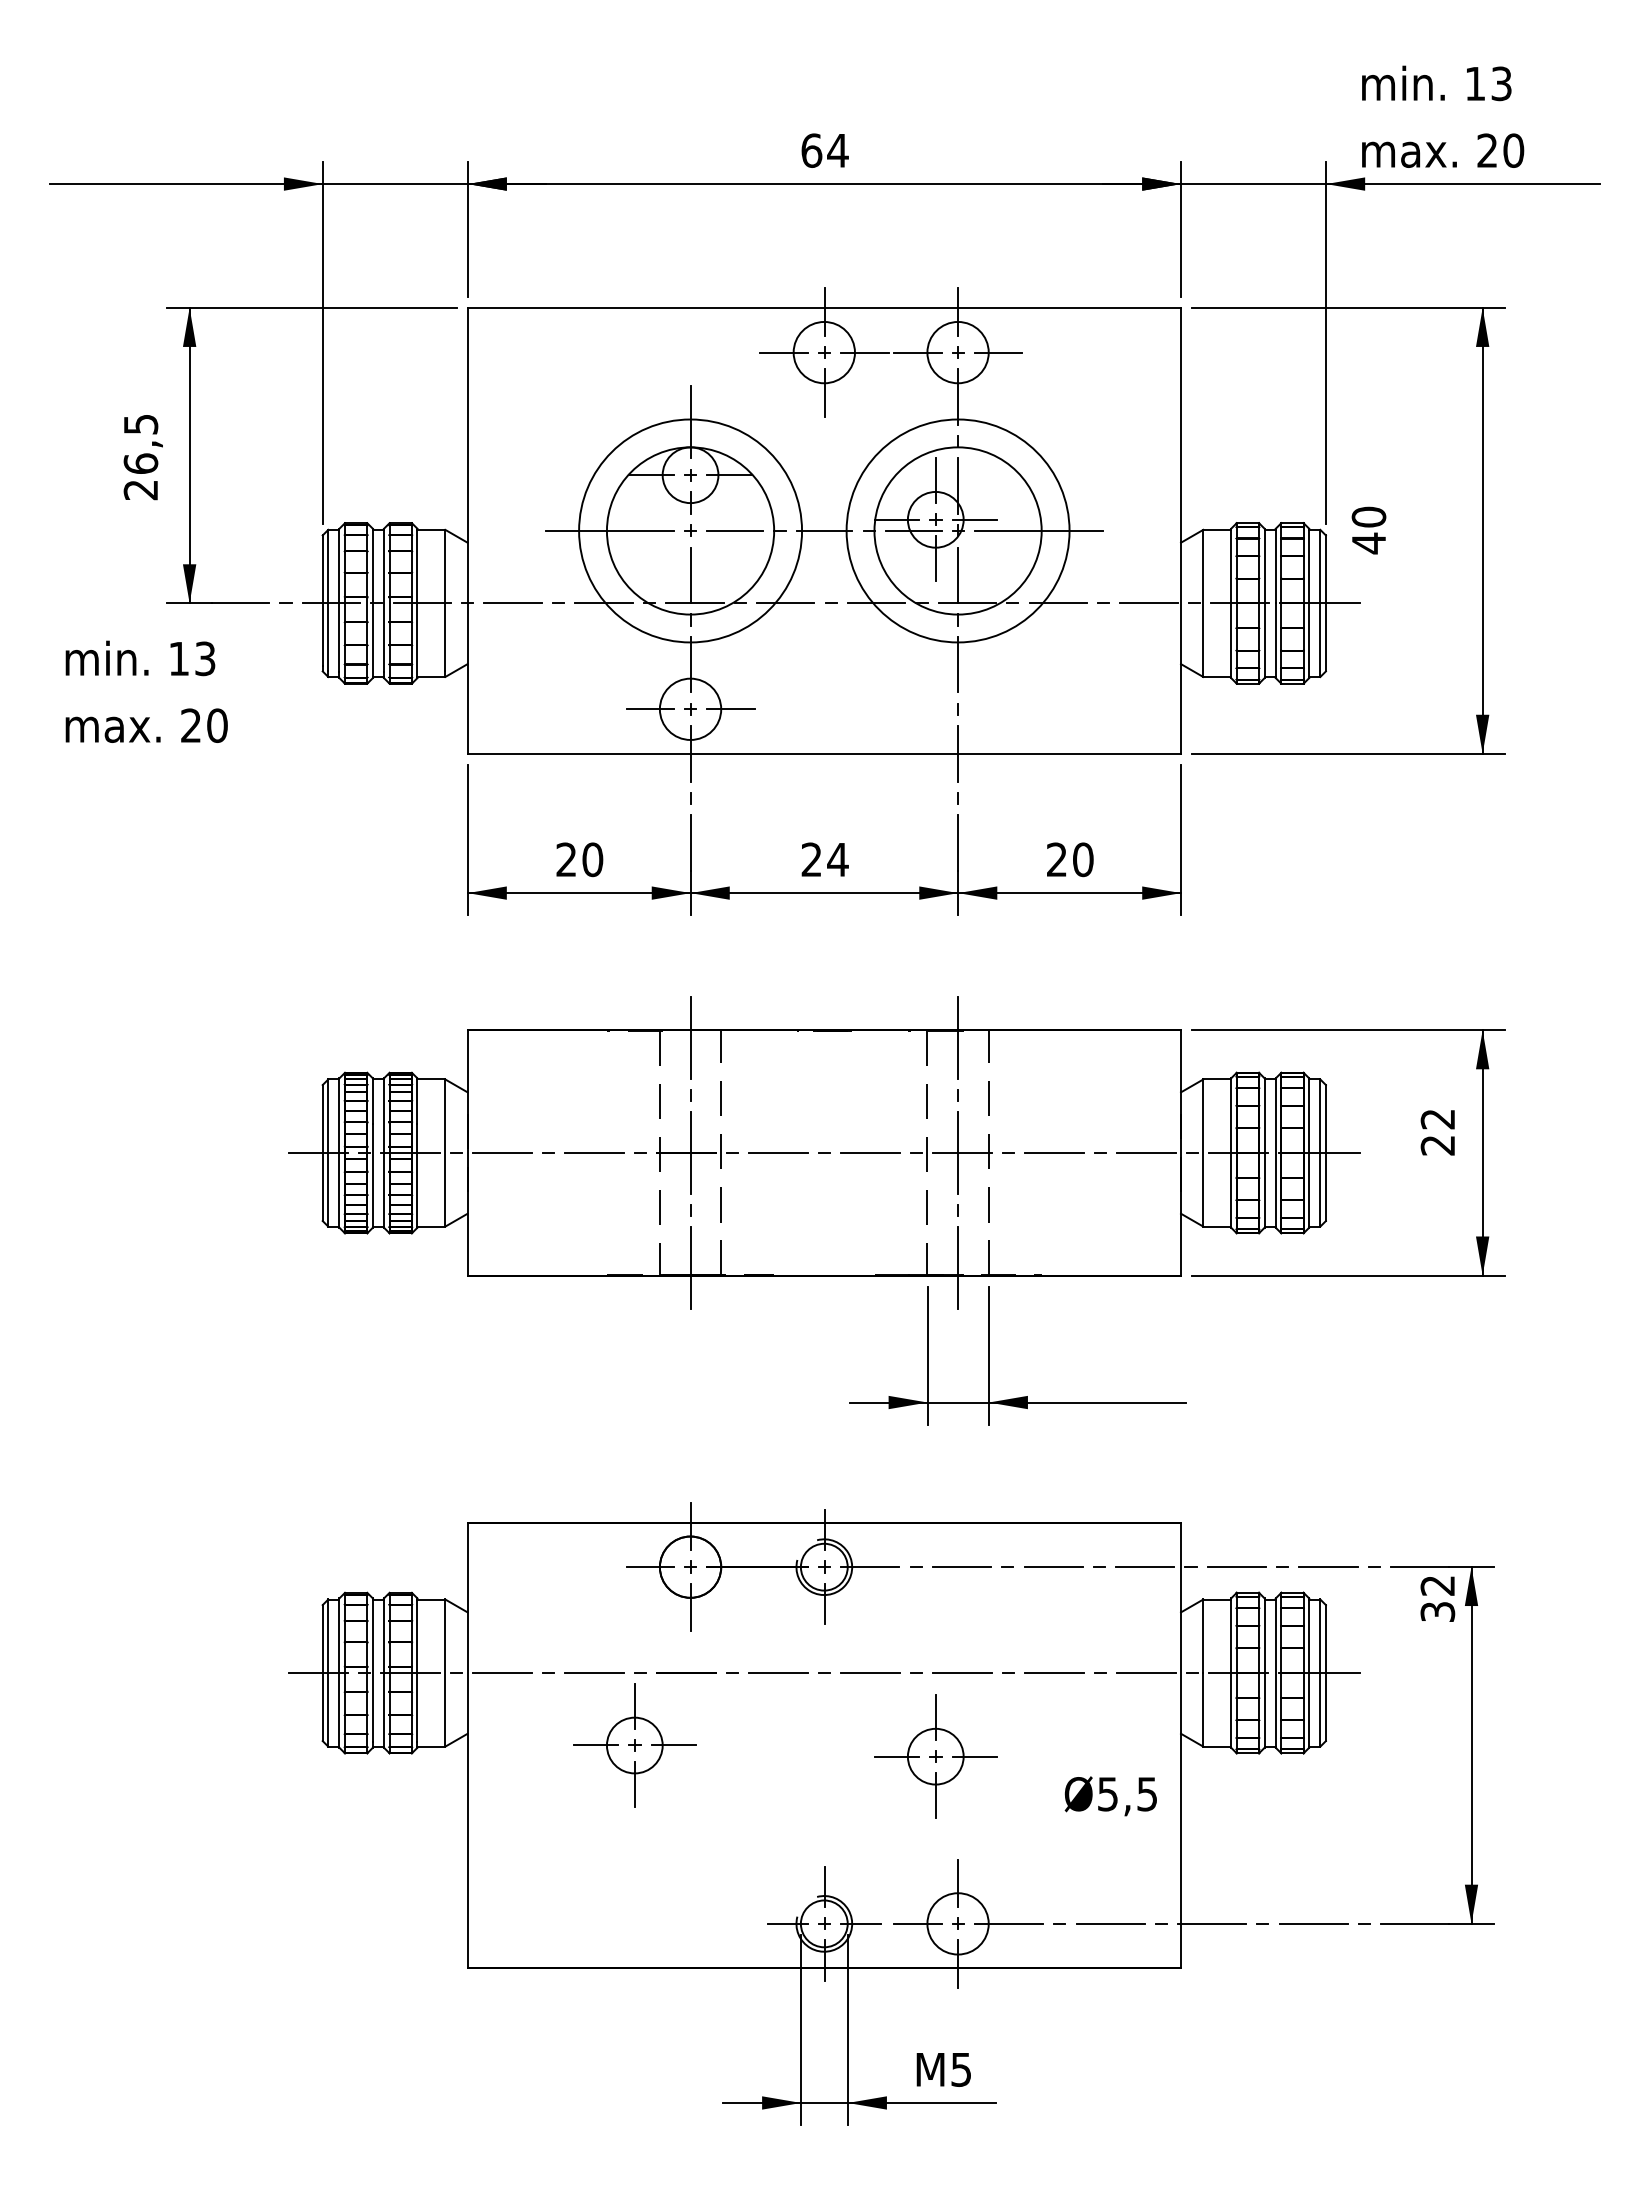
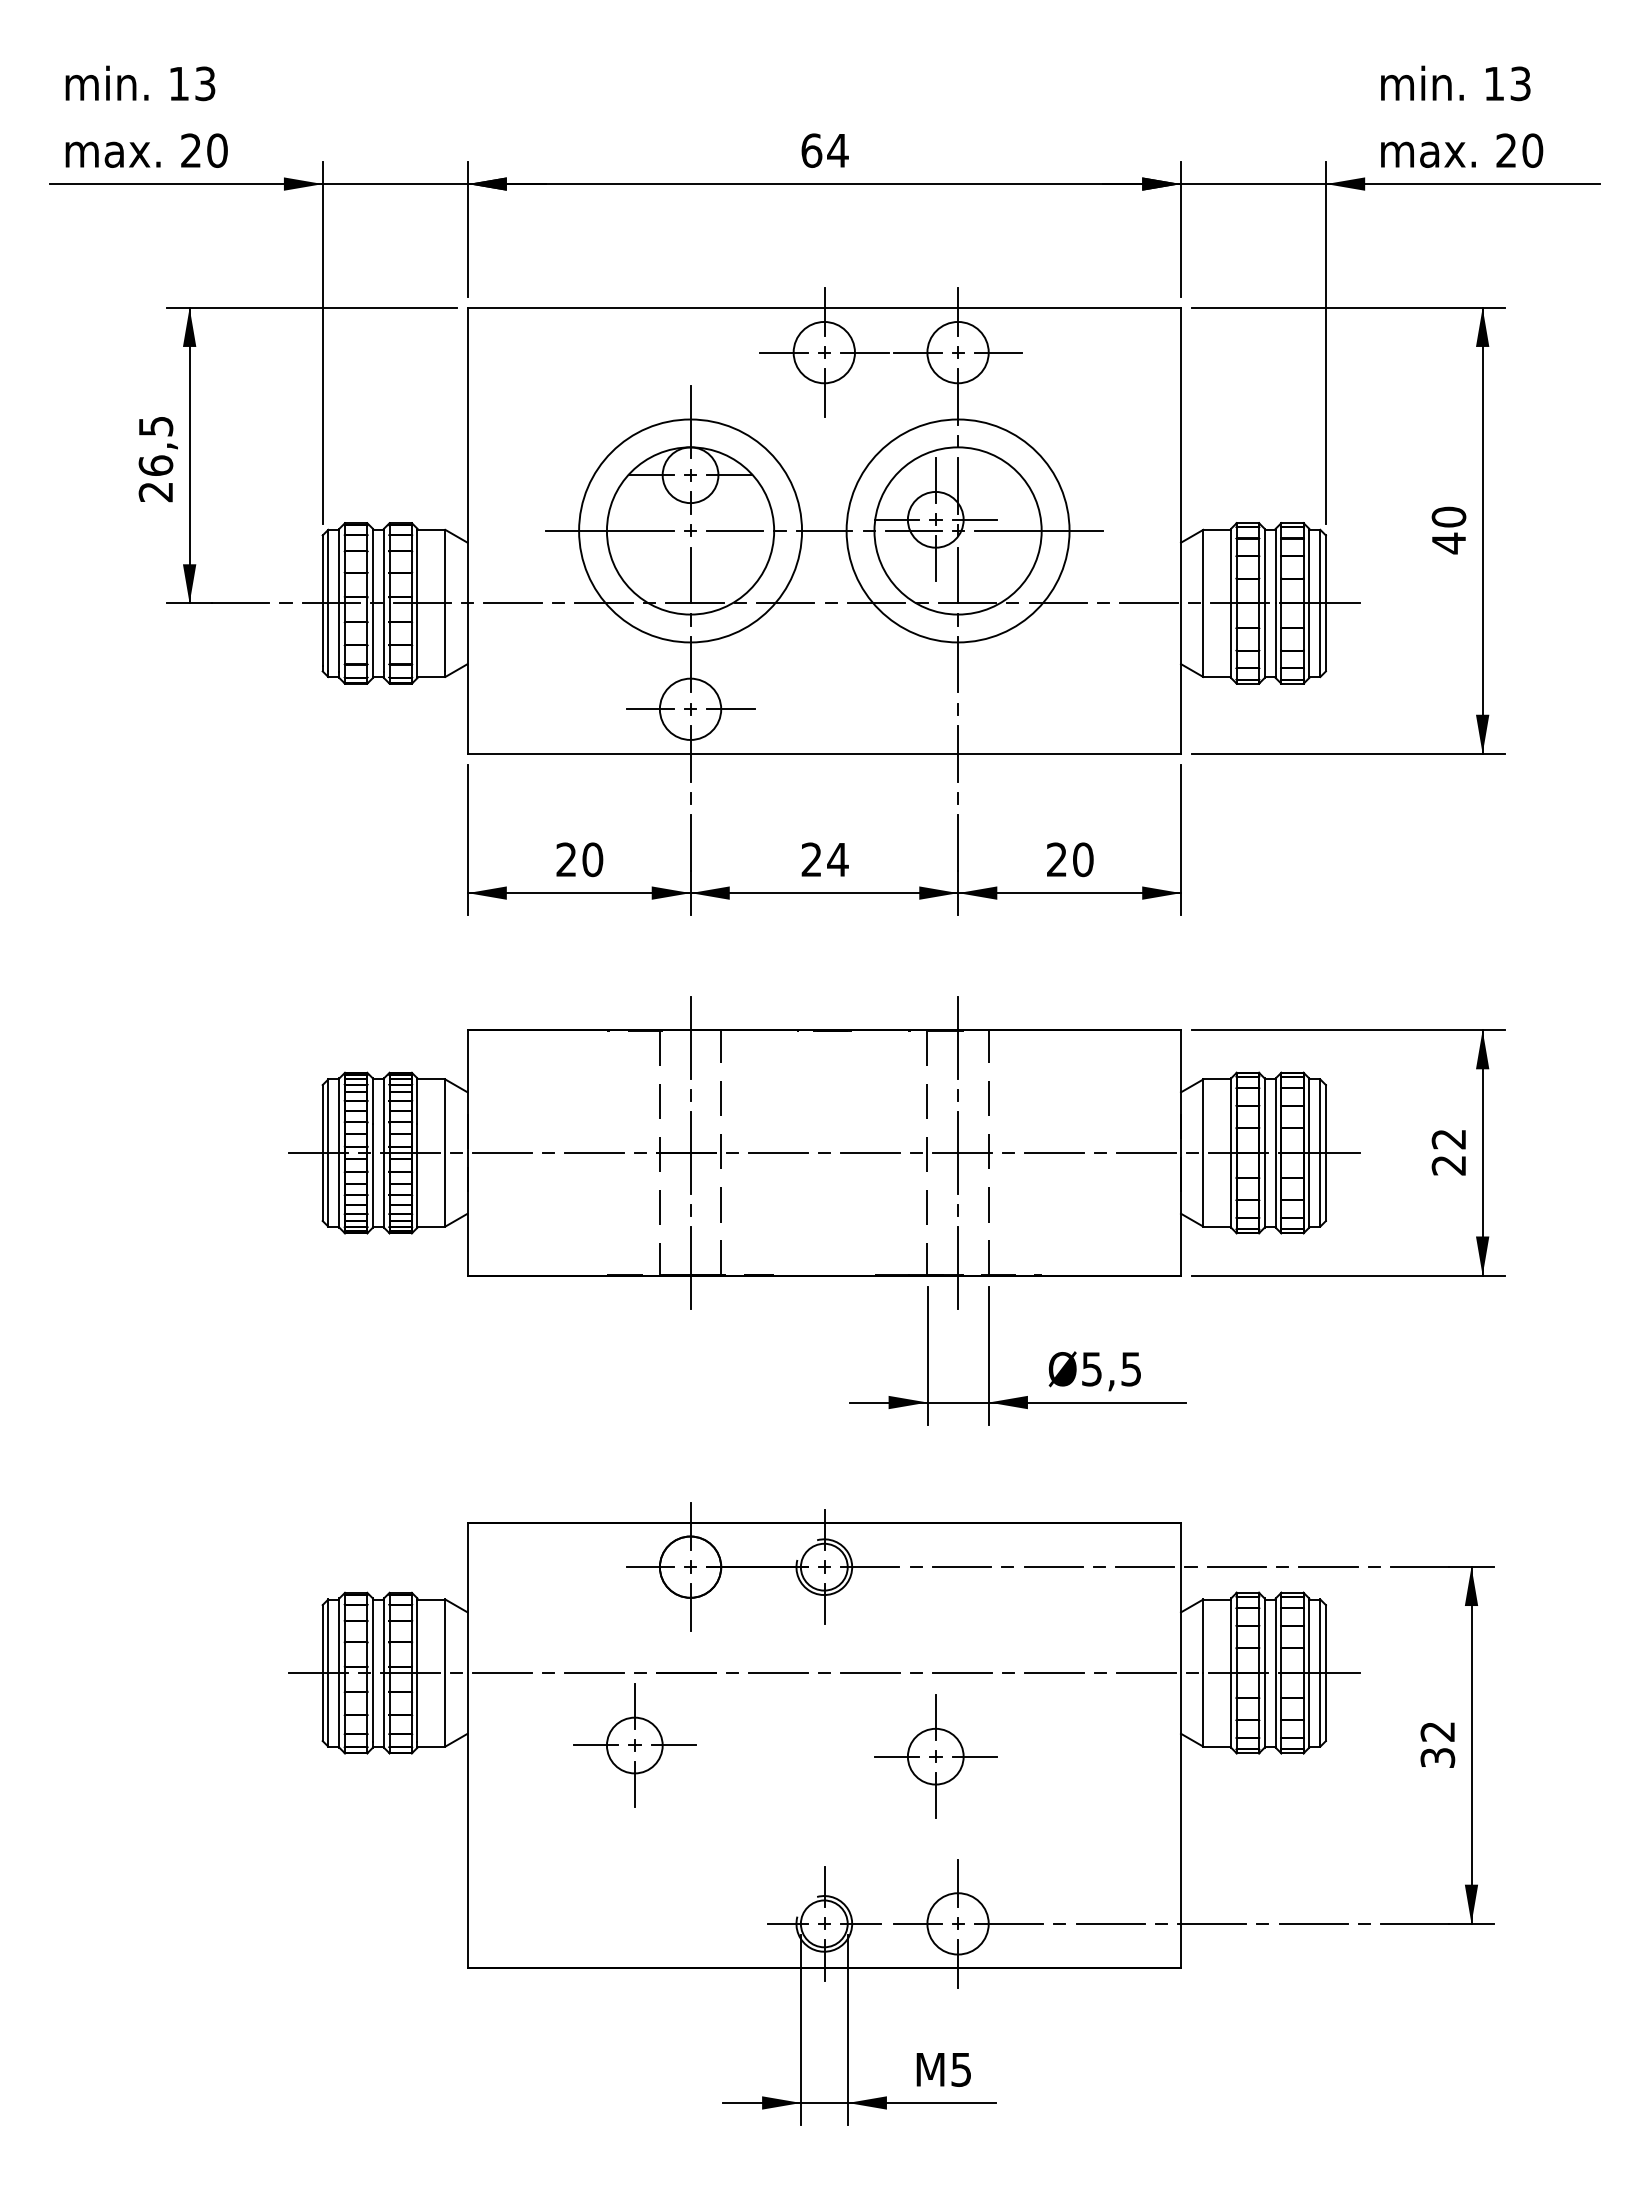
text at (1443, 116) position: (1443, 116) -> (1462, 116)
text at (142, 457) position: (142, 457) -> (157, 459)
text at (1368, 530) position: (1368, 530) -> (1448, 530)
text at (146, 691) position: (146, 691) -> (146, 116)
text at (1437, 1132) position: (1437, 1132) -> (1448, 1152)
text at (1437, 1598) position: (1437, 1598) -> (1437, 1744)
text at (1110, 1796) position: (1110, 1796) -> (1094, 1371)
